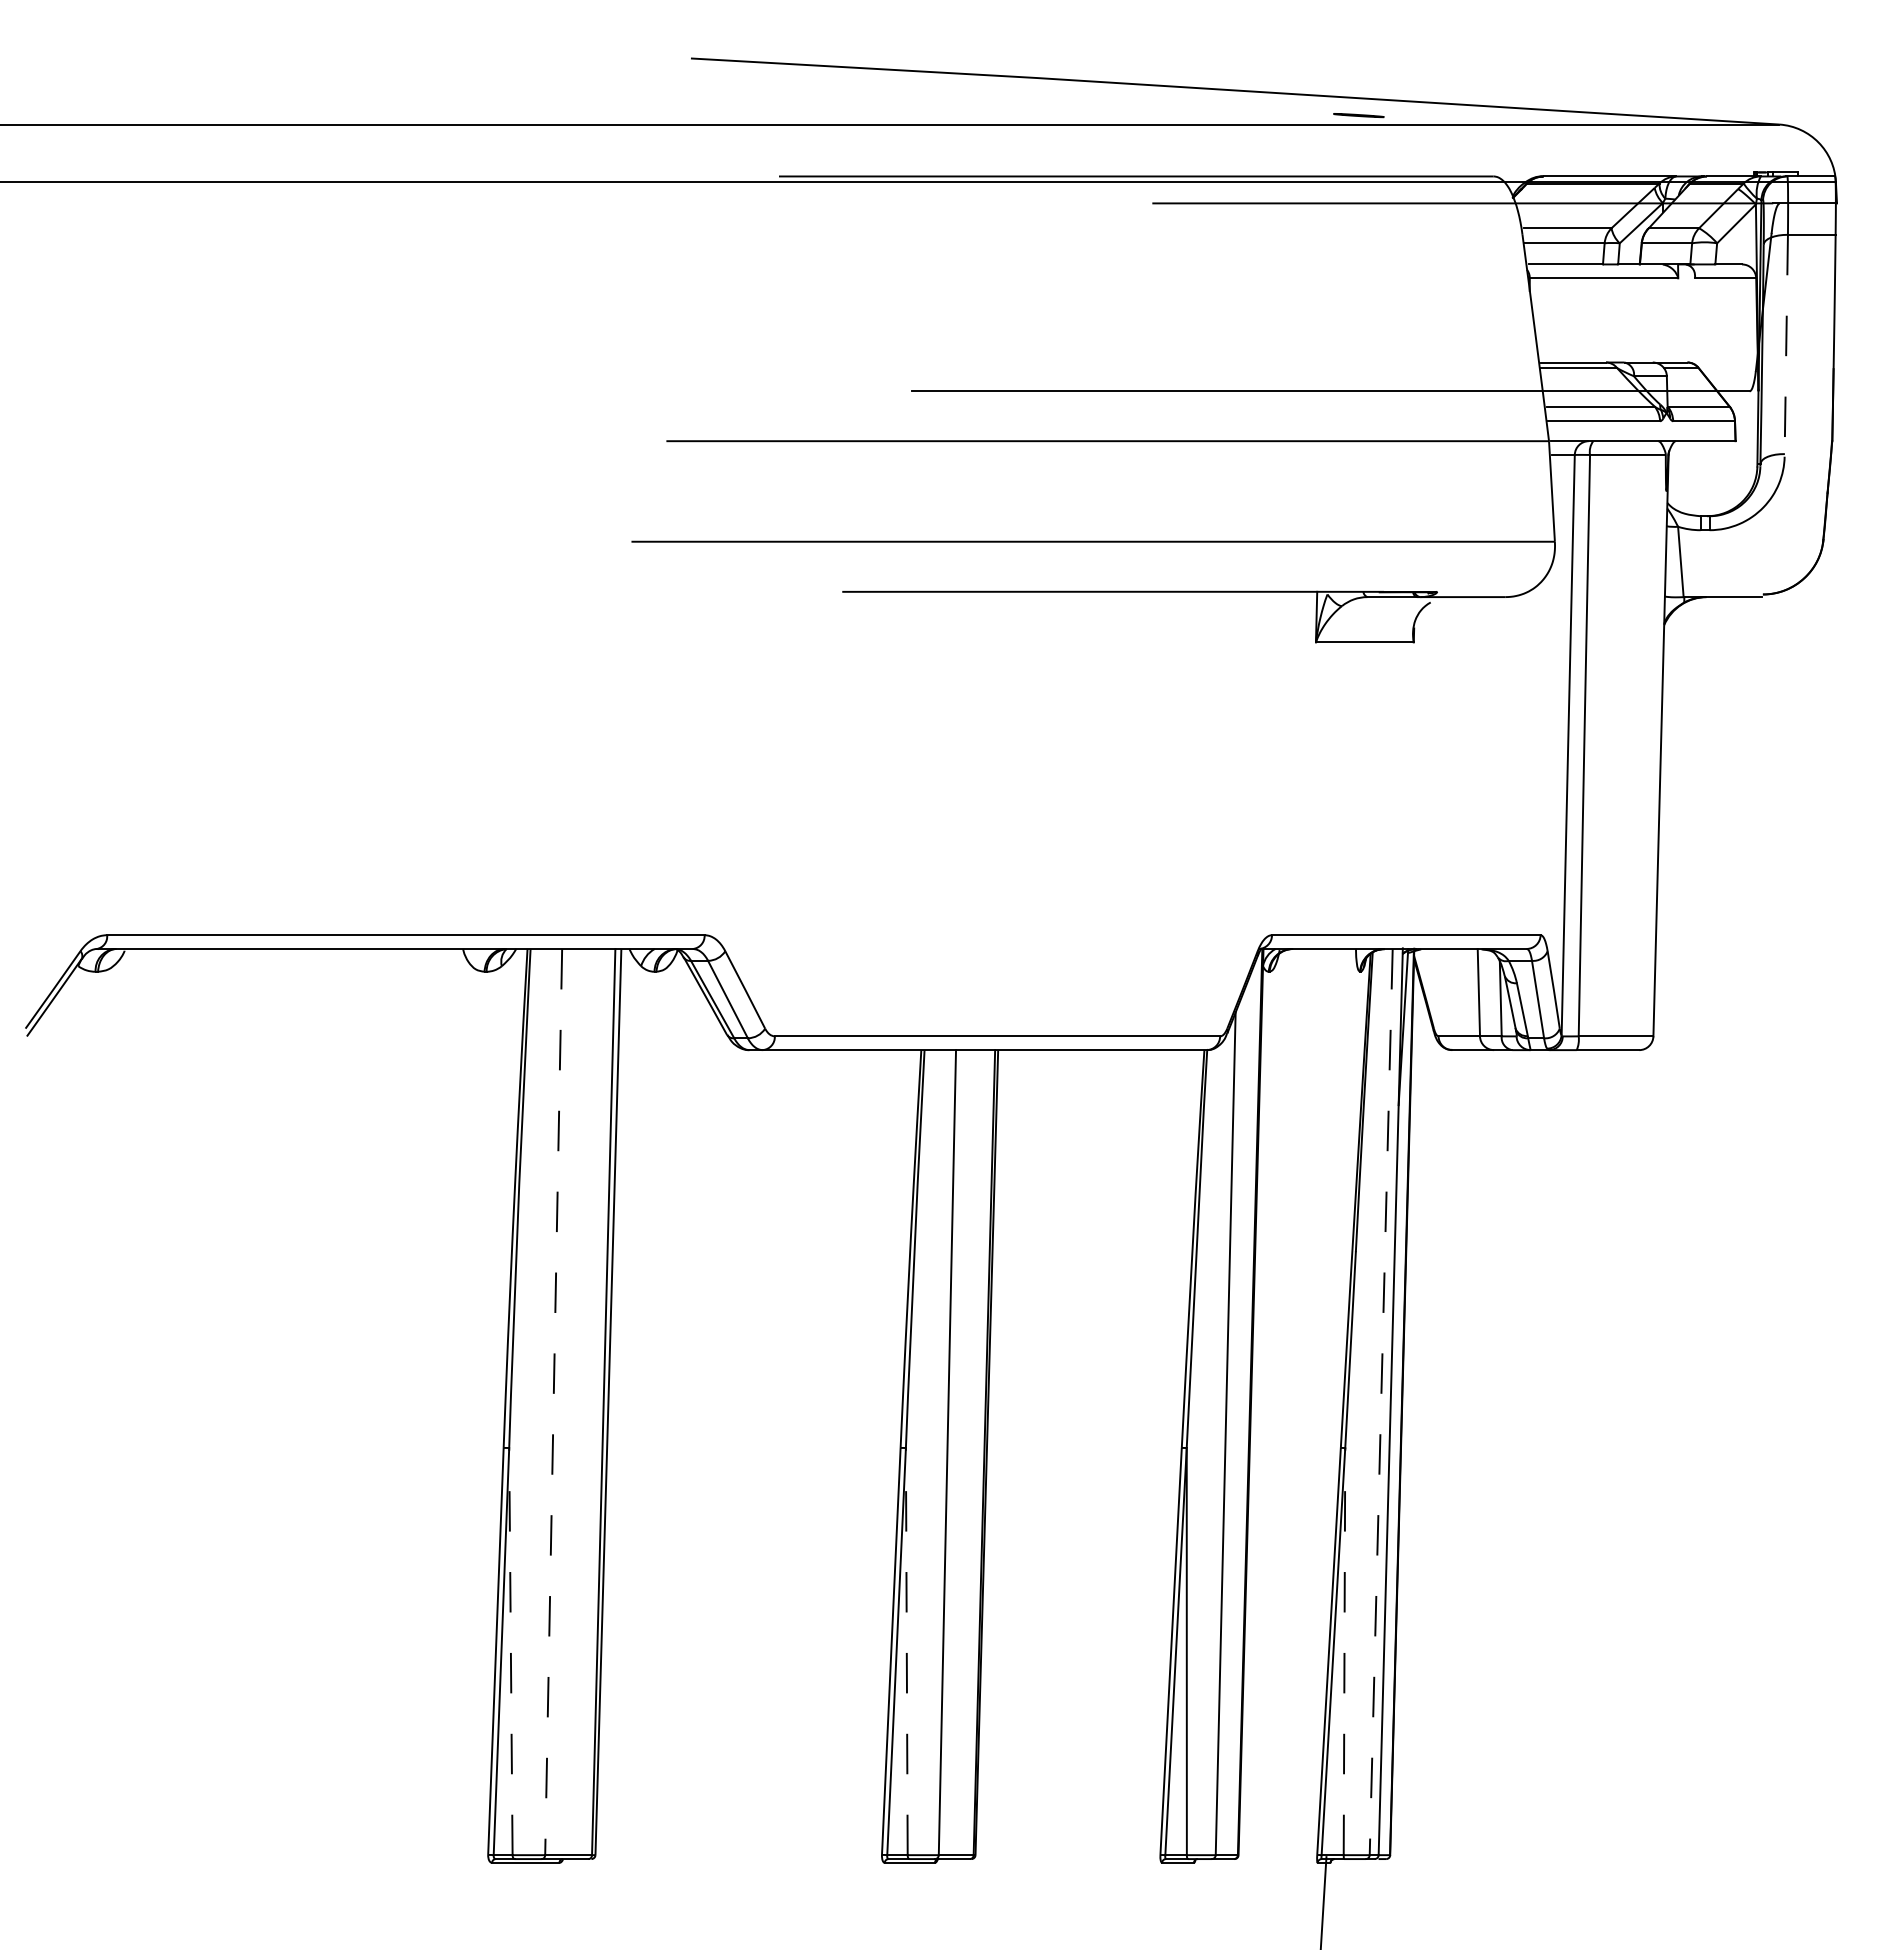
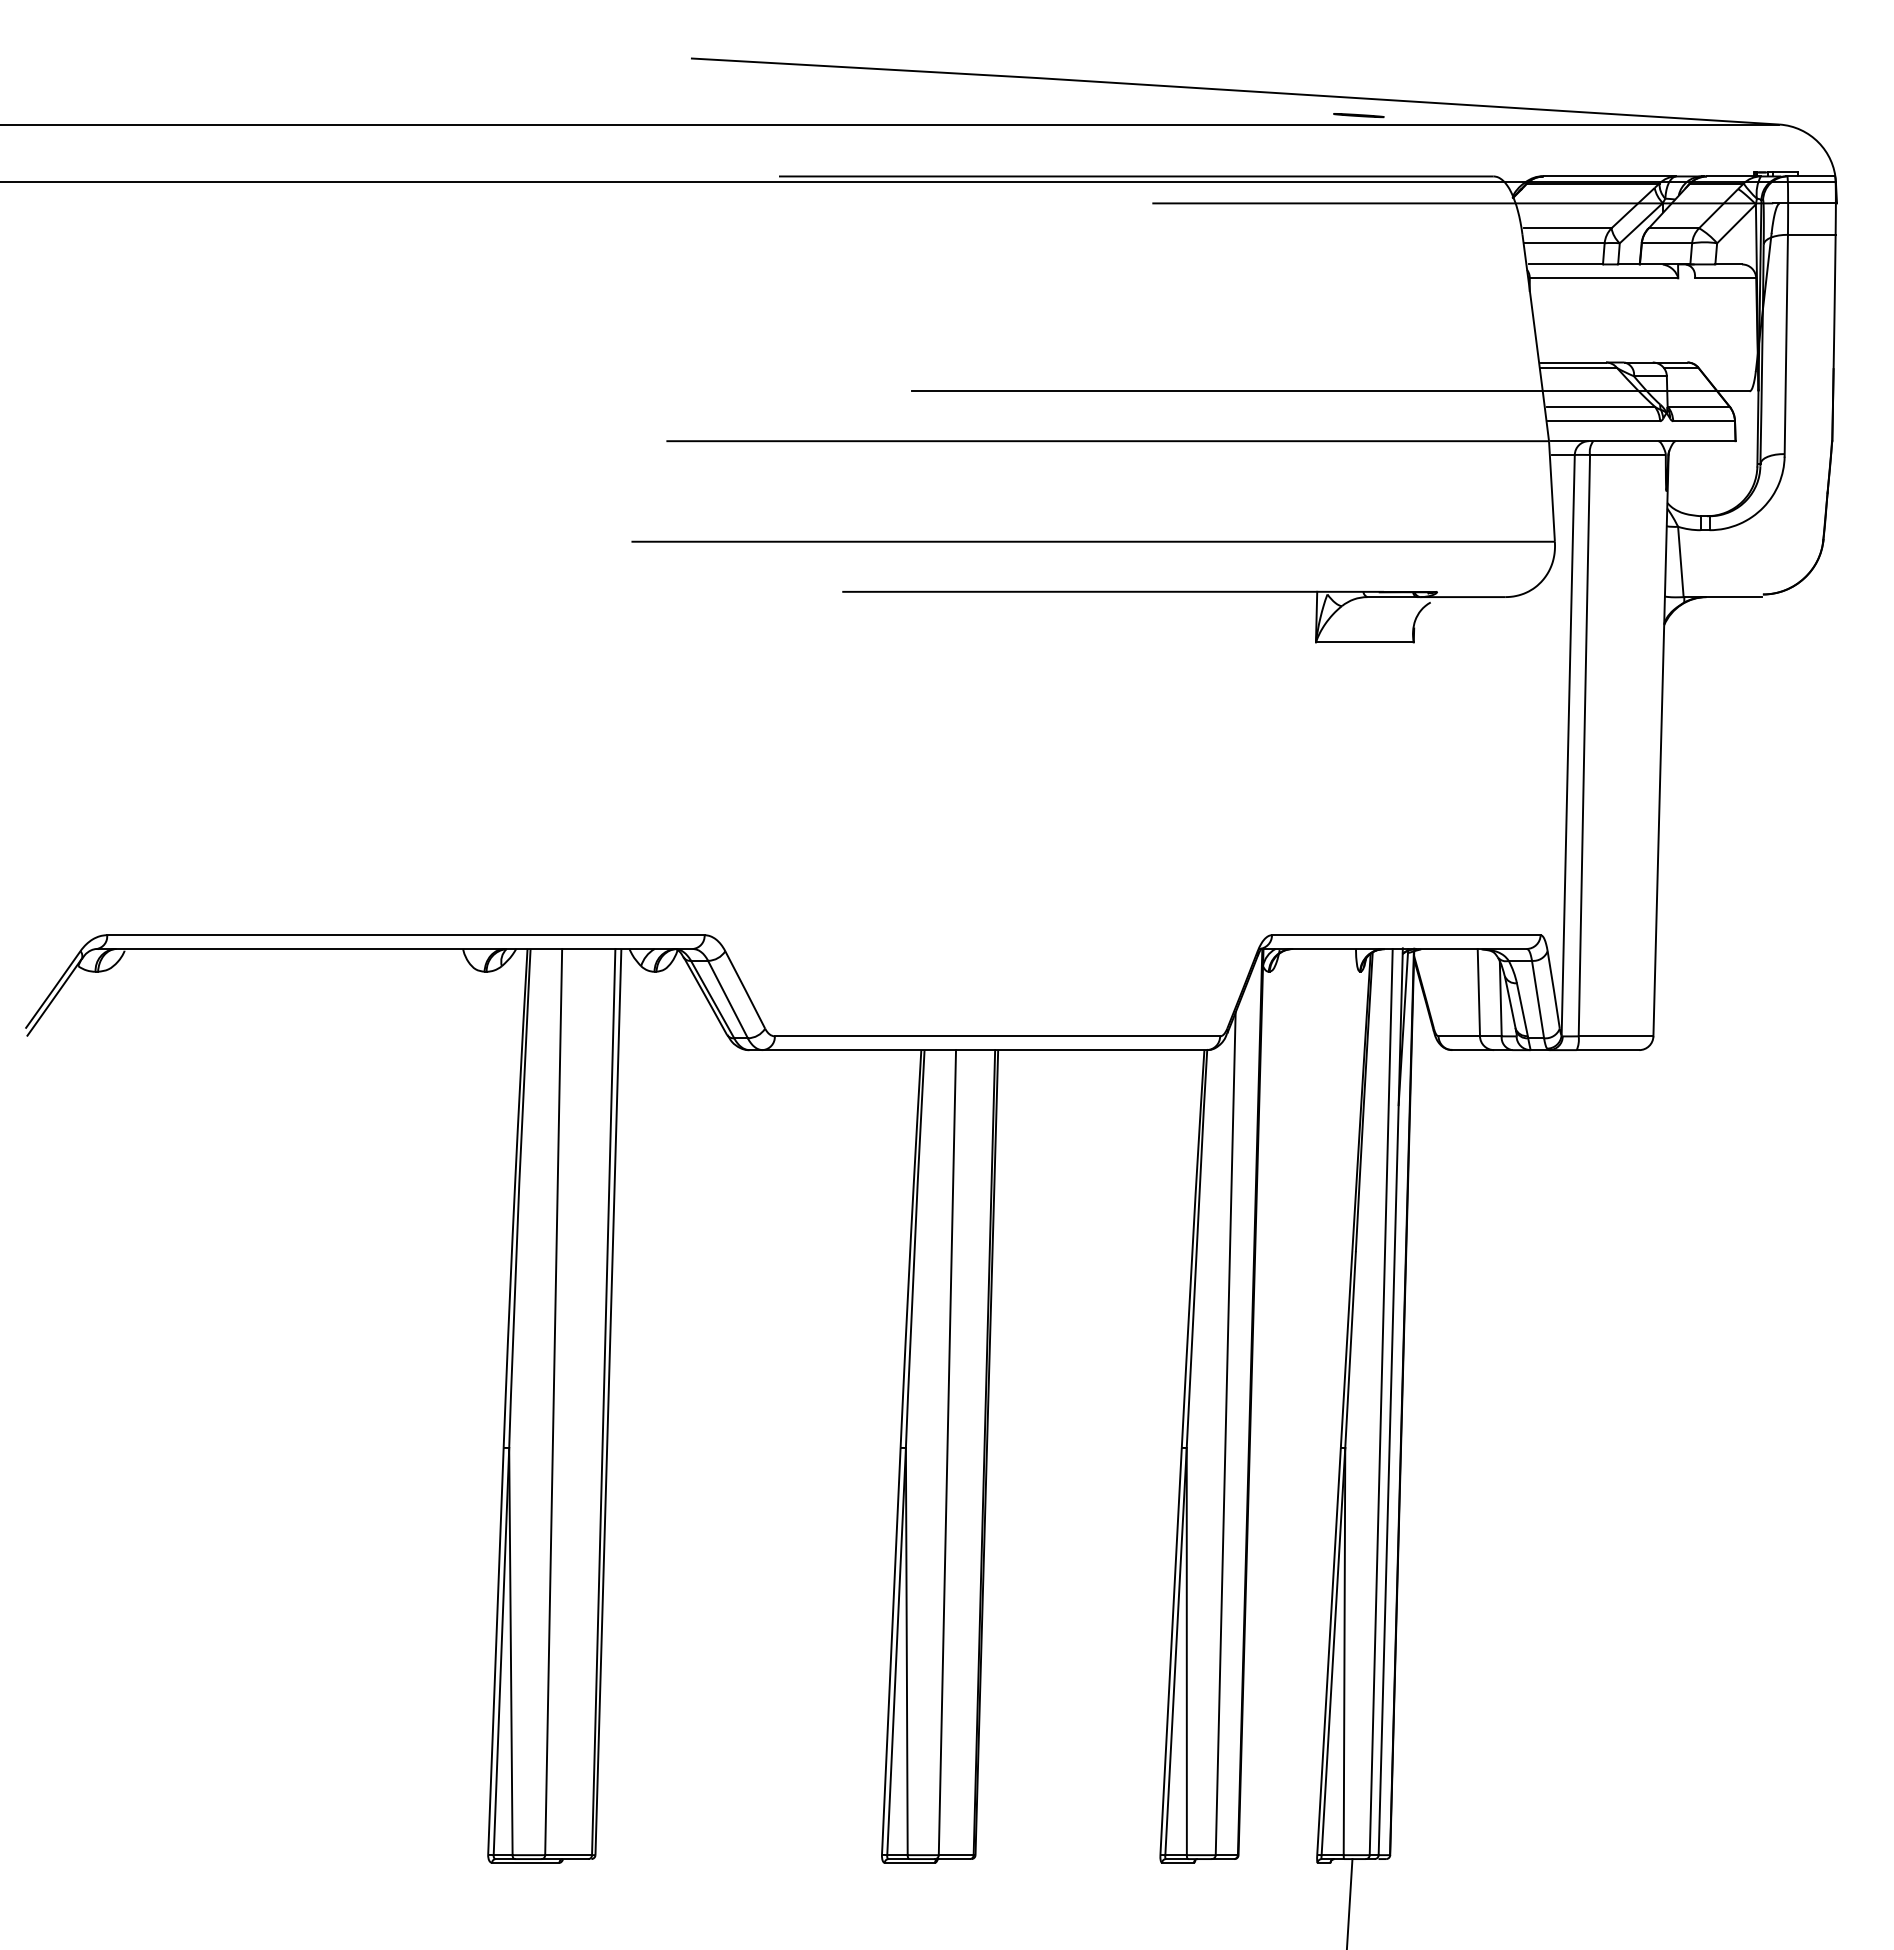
line at (1786, 345): dashed -> solid
line at (553, 1402): dashed -> solid
line at (1381, 1402): dashed -> solid
line at (510, 1651): dashed -> solid
line at (906, 1651): dashed -> solid
line at (1344, 1651): dashed -> solid
line at (1323, 1901) position: (1323, 1901) -> (1349, 1902)
